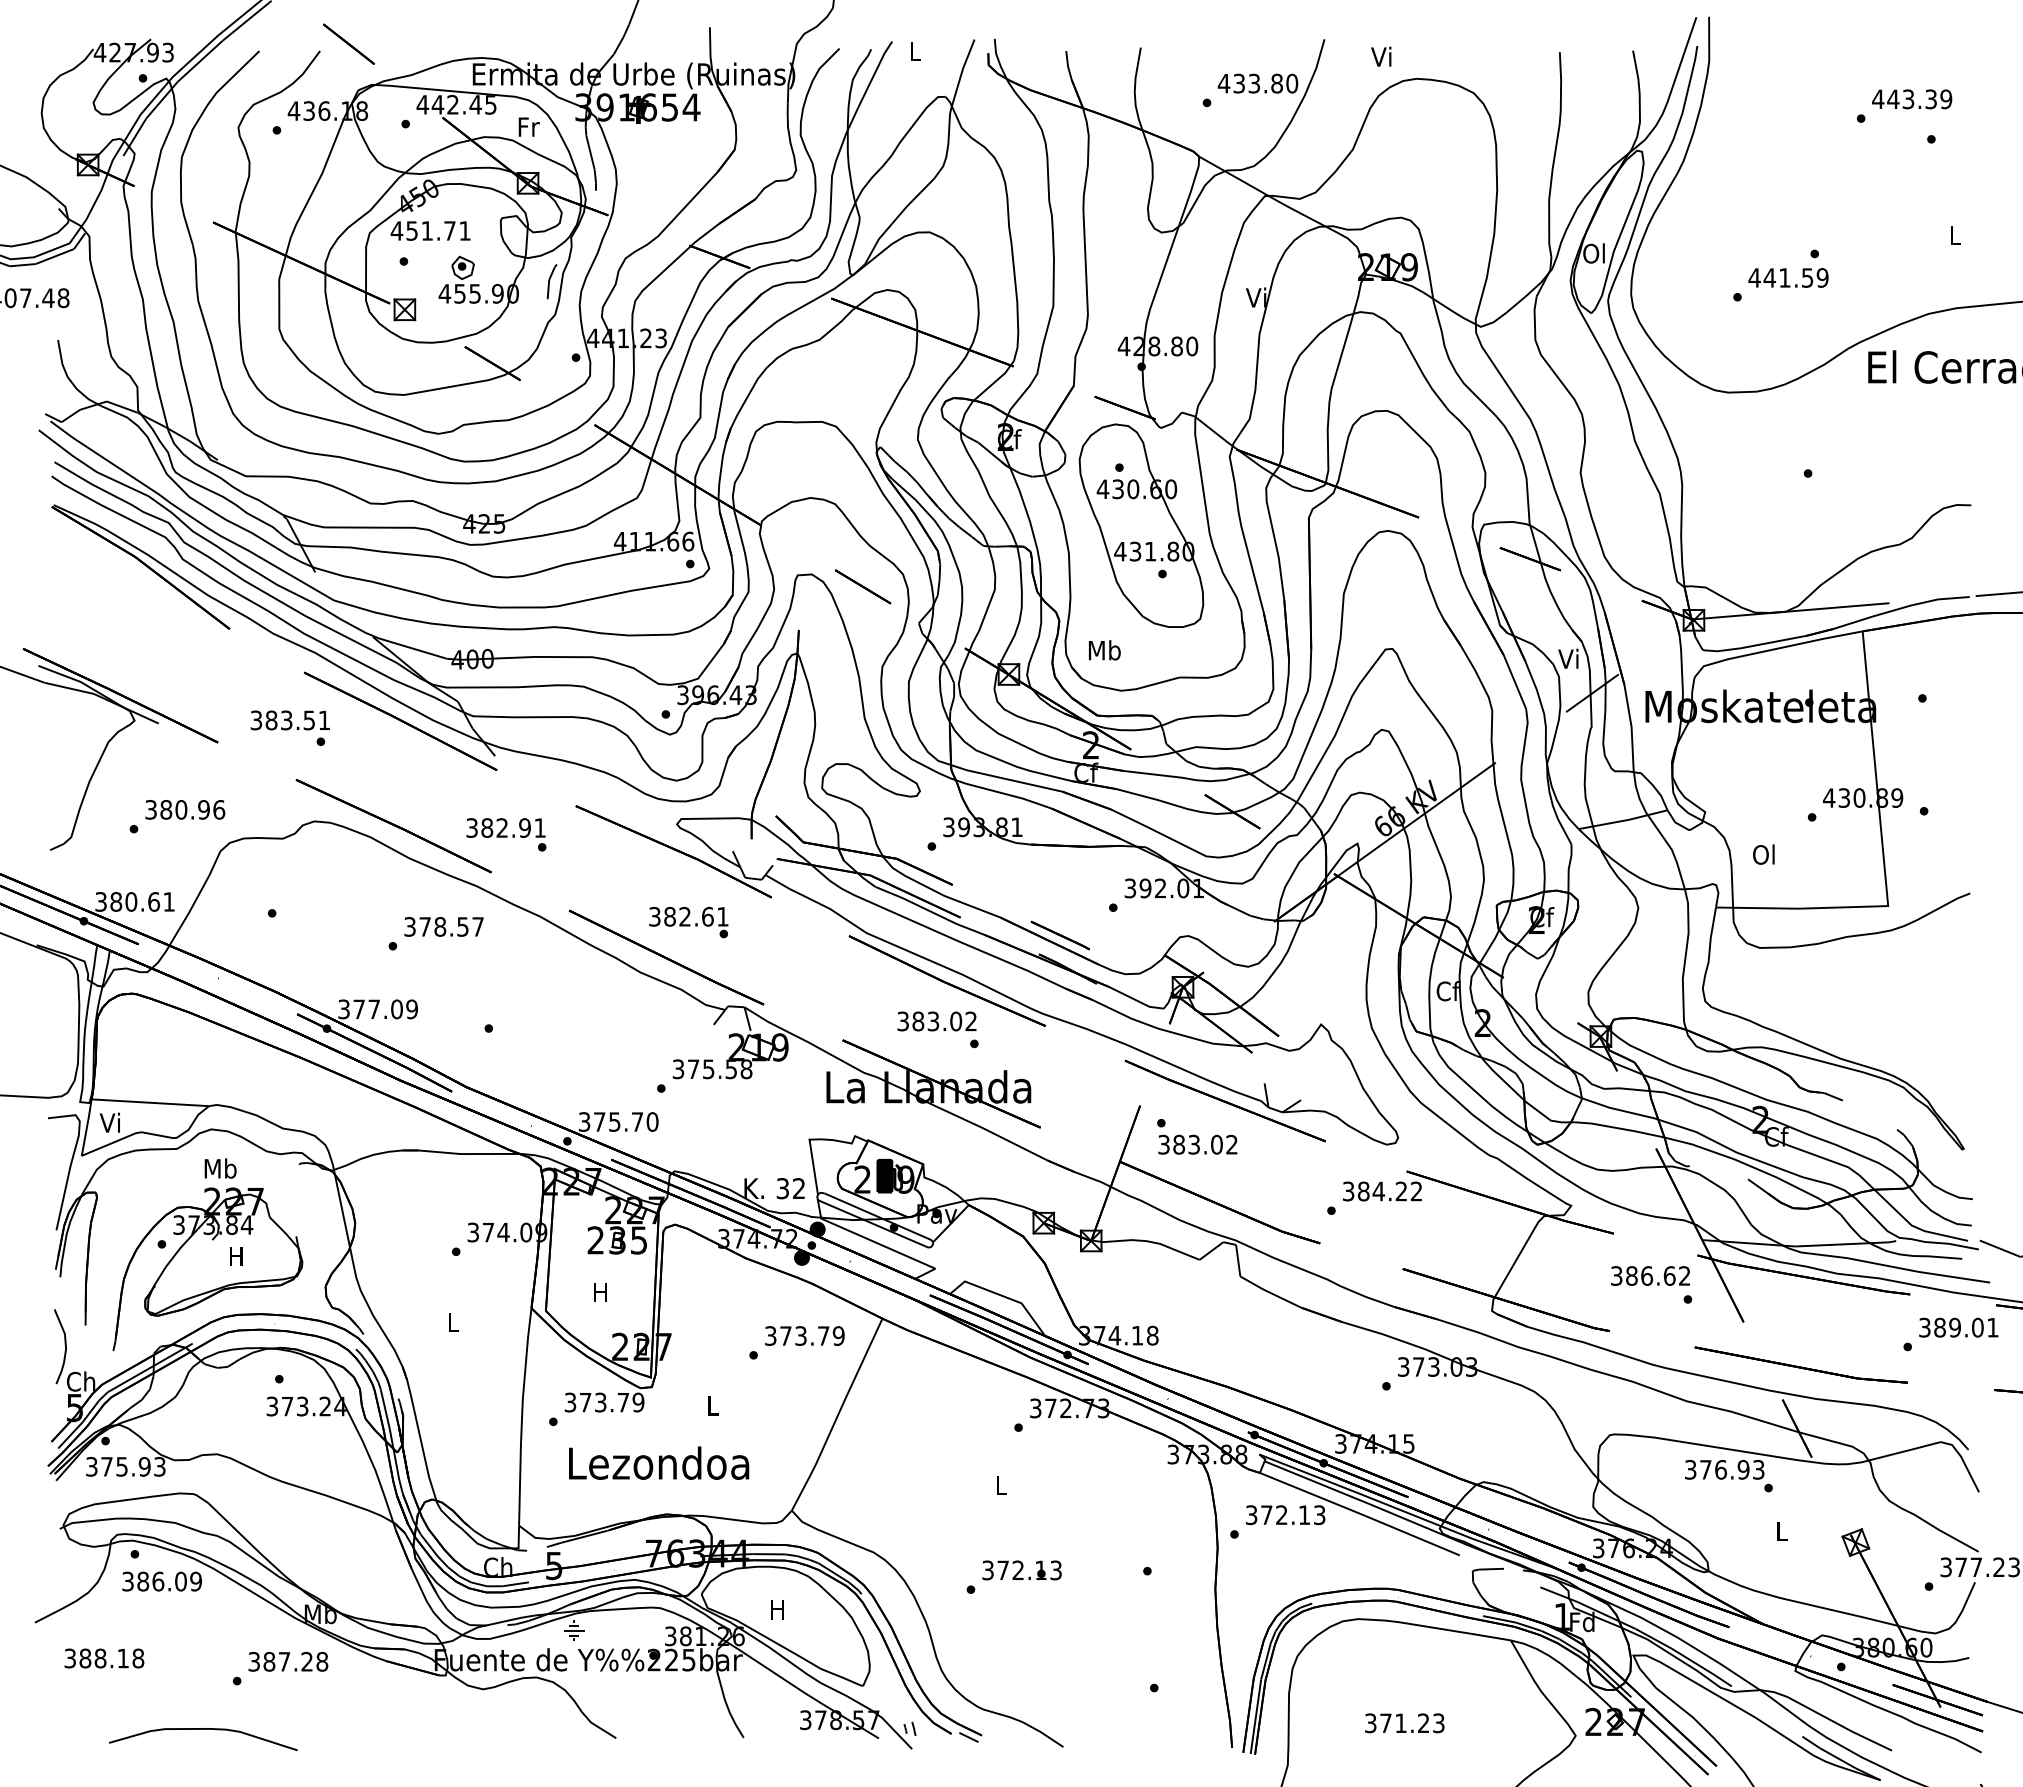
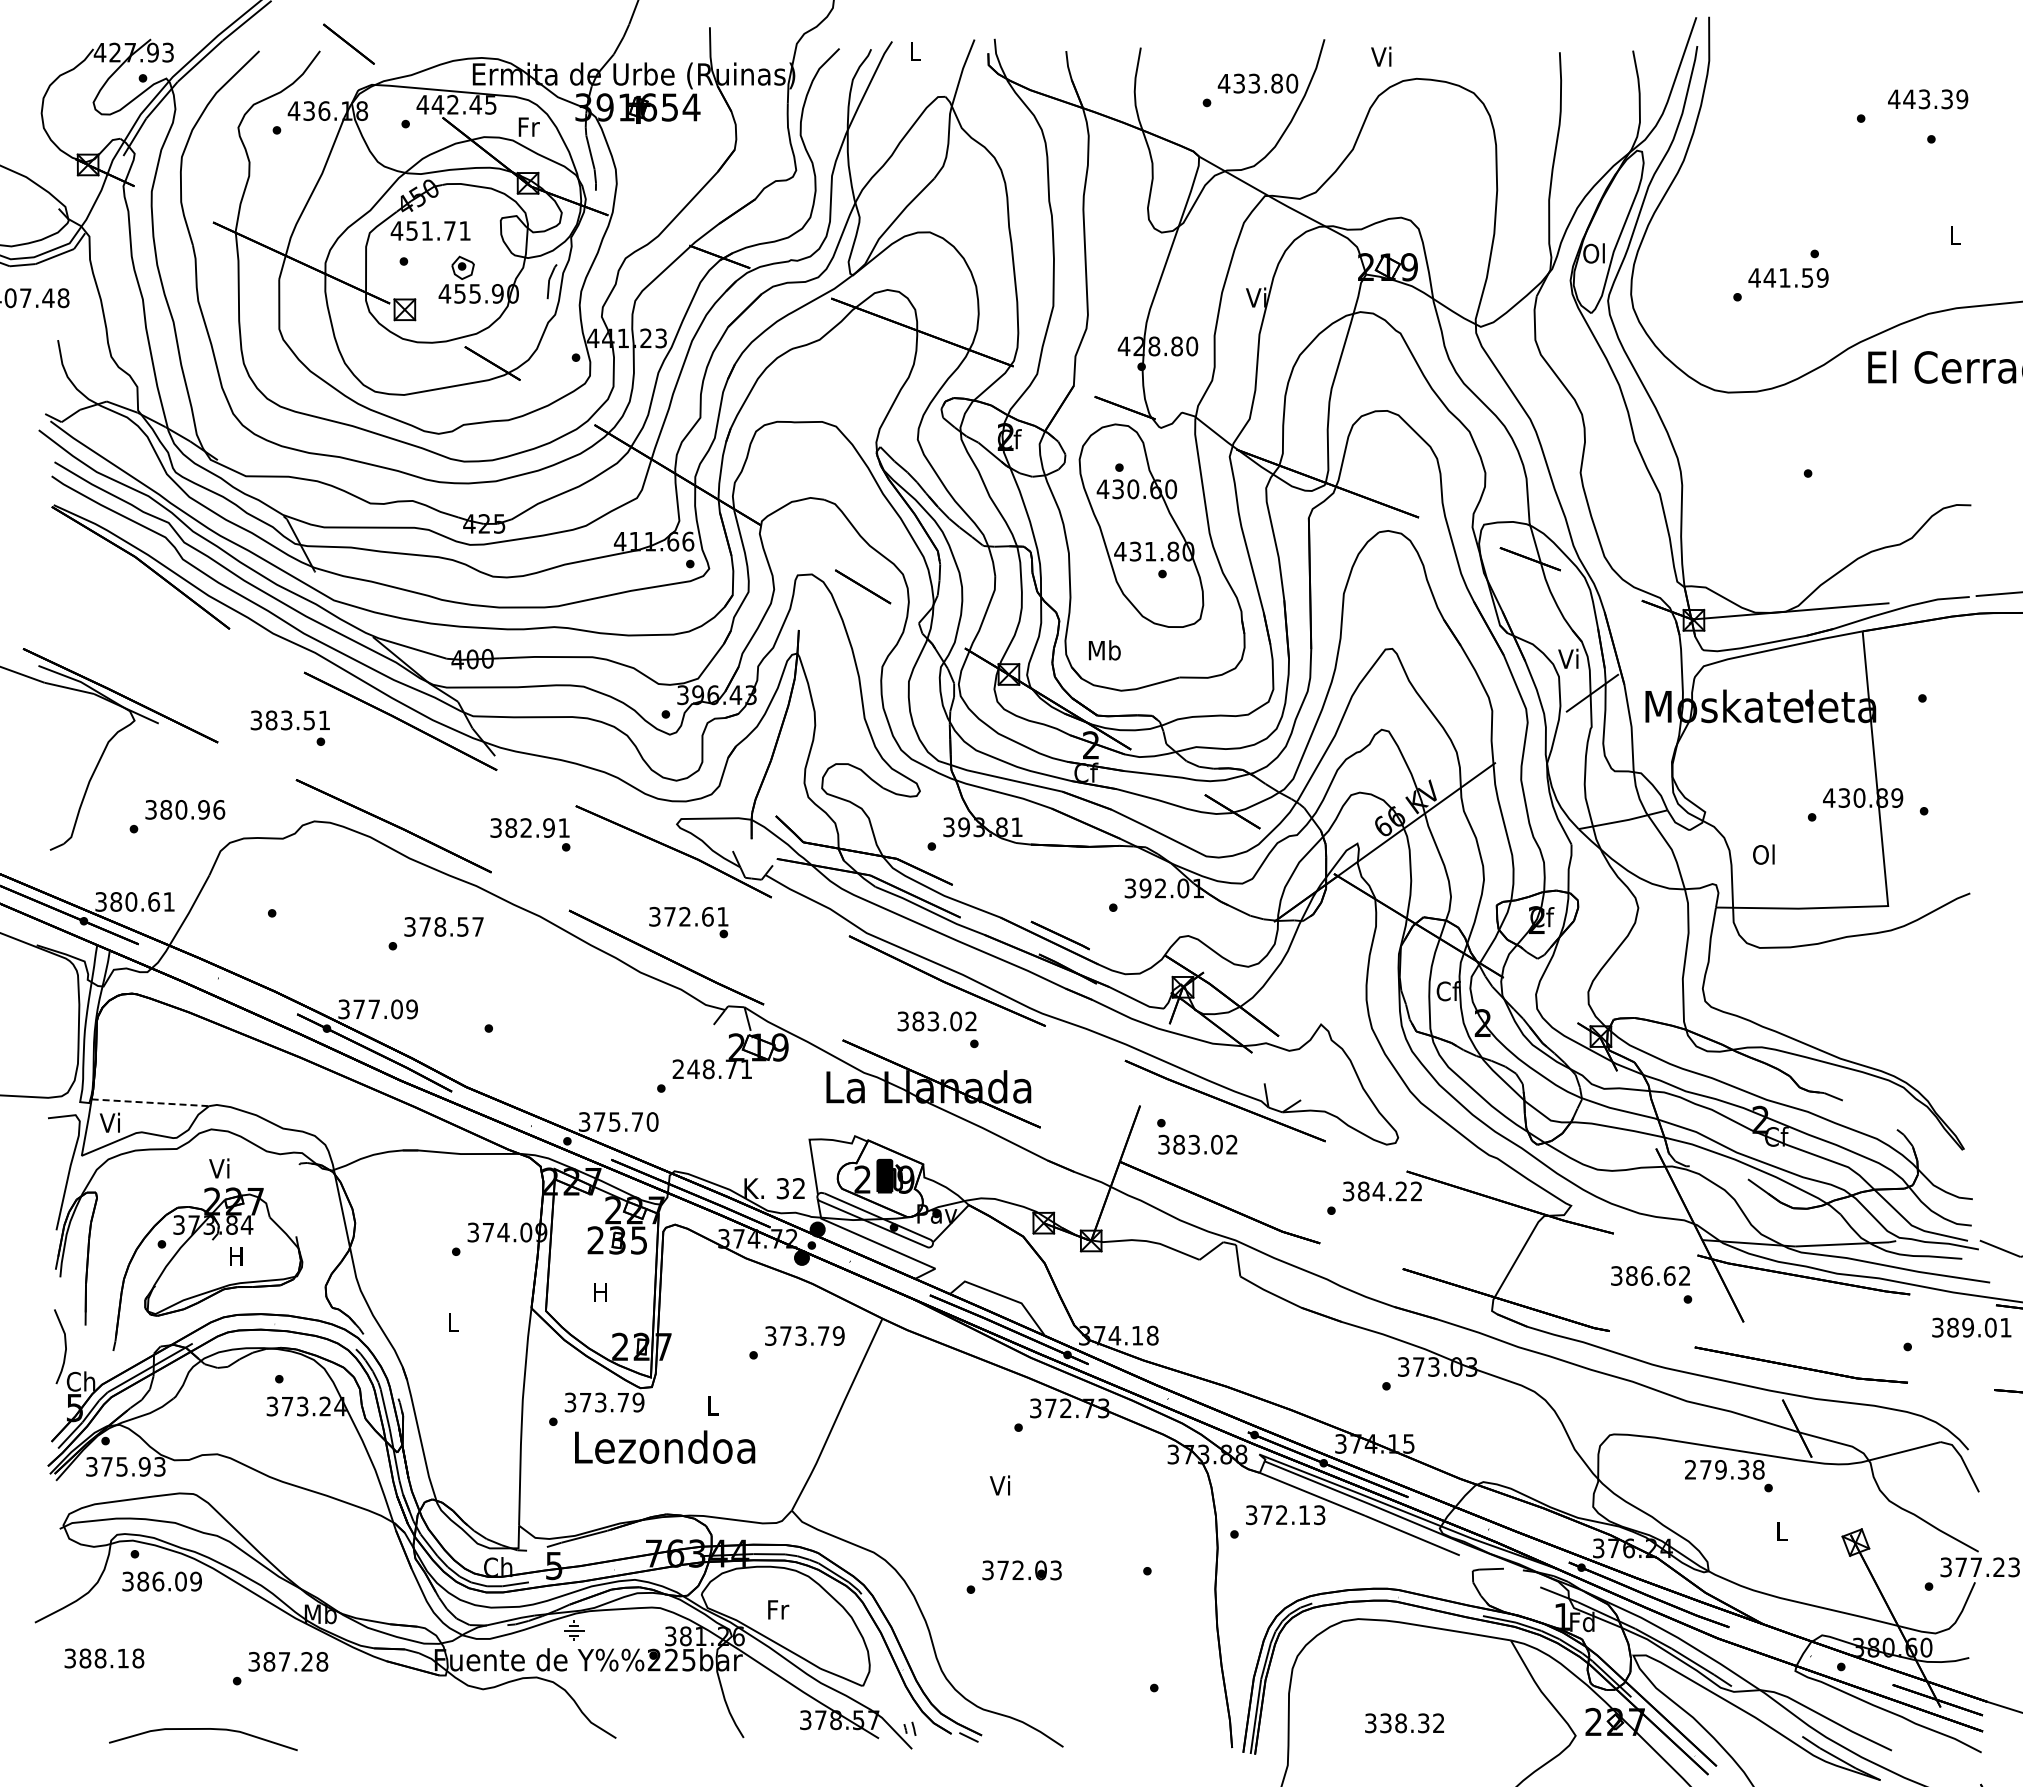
text at (1912, 99) position: (1912, 99) -> (1928, 99)
text at (506, 834) position: (506, 834) -> (530, 834)
text at (669, 916): 382.61 -> 372.61
text at (712, 1069): 375.58 -> 248.71
line at (150, 1102): solid -> dashed
text at (220, 1168): Mb -> Vi
text at (1958, 1327) position: (1958, 1327) -> (1971, 1327)
text at (659, 1462) position: (659, 1462) -> (665, 1446)
text at (1724, 1469): 376.93 -> 279.38
text at (999, 1485): L -> Vi
text at (1040, 1570): 372.13 -> 372.03
text at (778, 1609): H -> Fr
text at (1412, 1723): 371.23 -> 338.32
